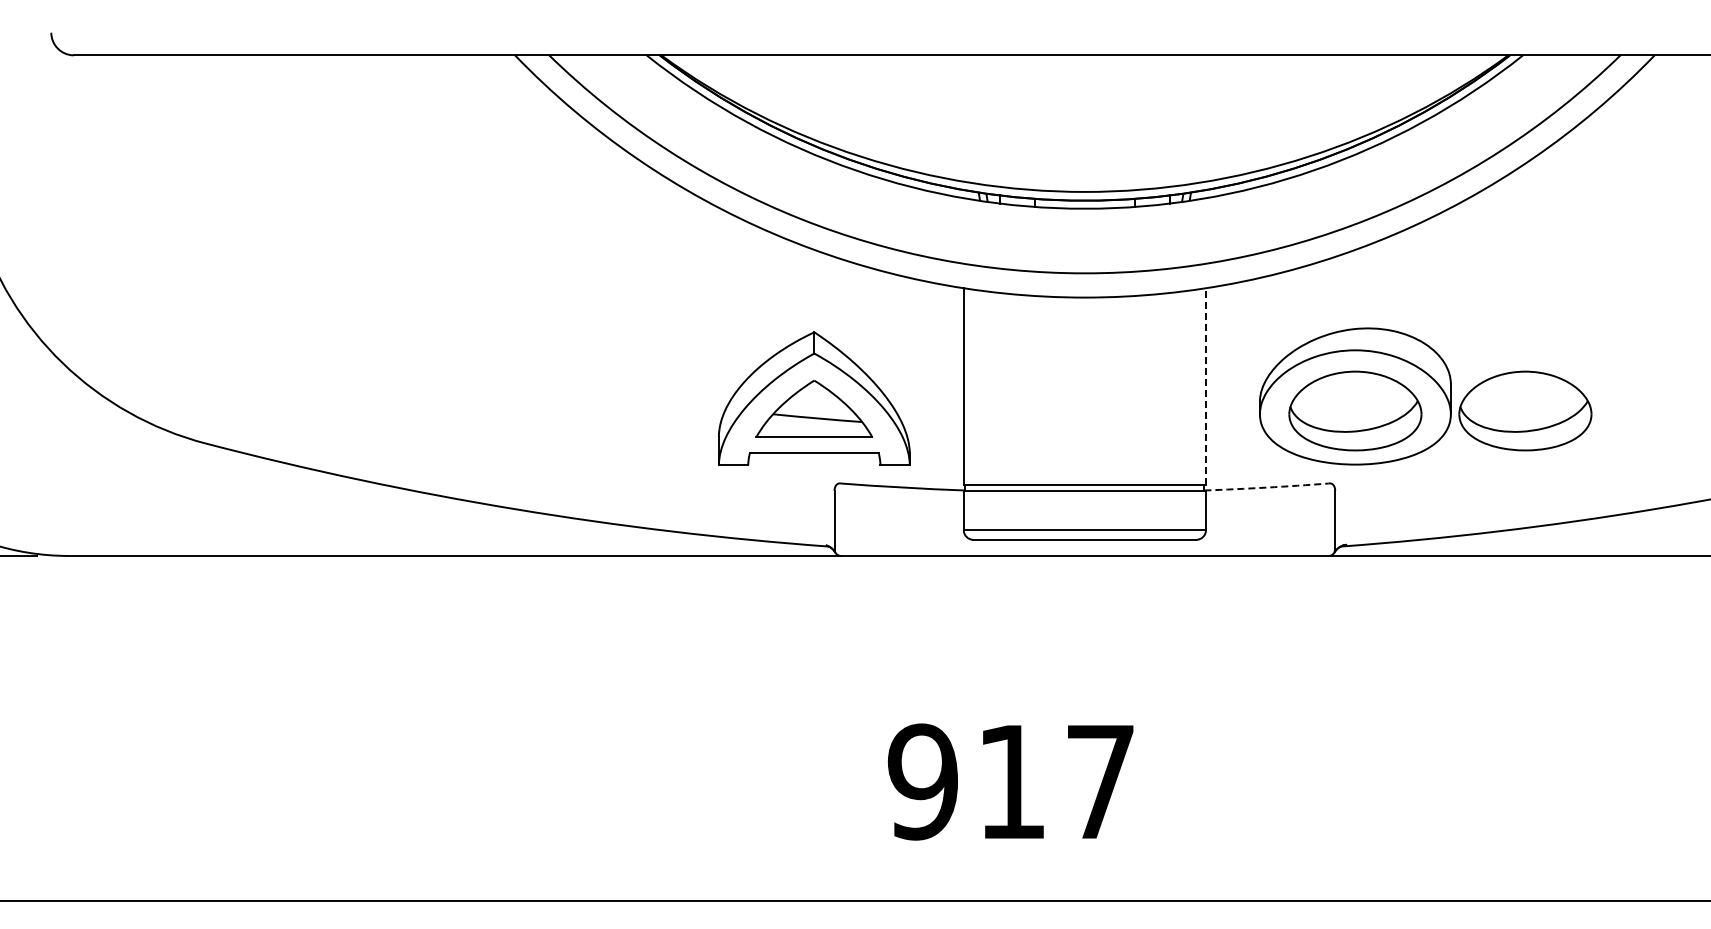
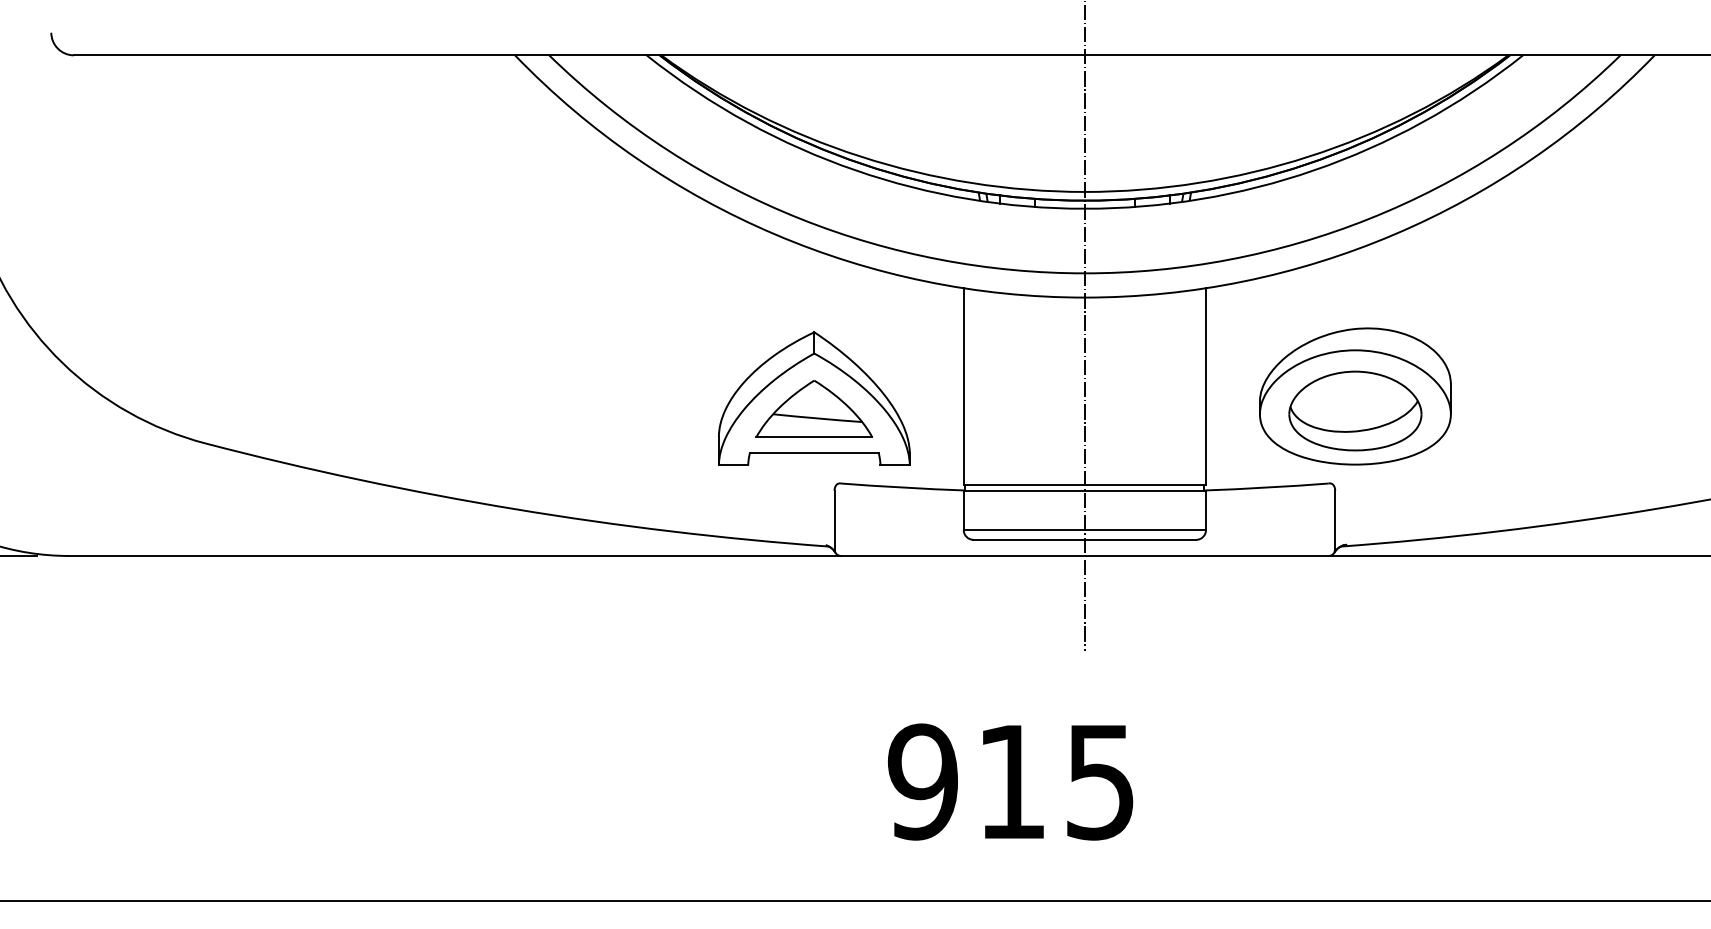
line at (1084, 326): none -> present
line at (1206, 386): dashed -> solid
part at (1525, 410): present -> none
arc at (1266, 487): dashed -> solid
text at (1100, 782): 917 -> 915
